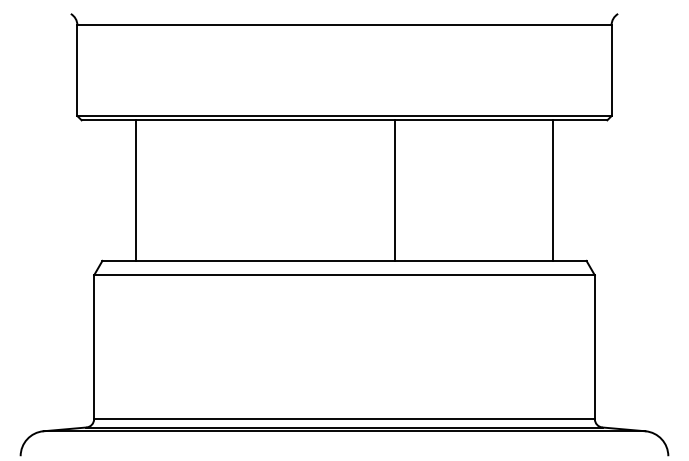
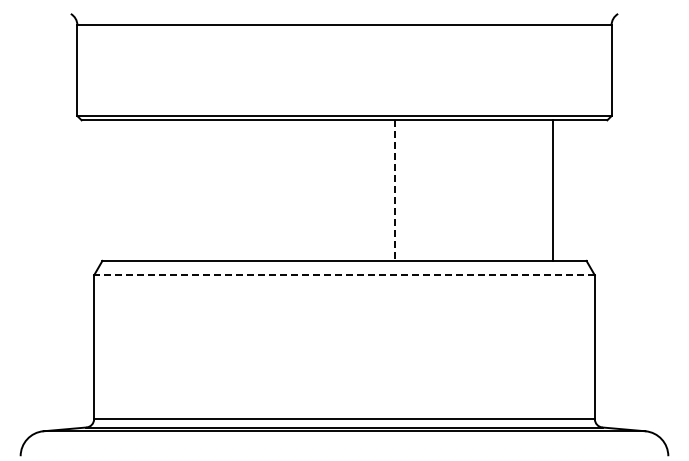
line at (135, 190): present -> none
line at (394, 191): solid -> dashed
line at (344, 275): solid -> dashed
